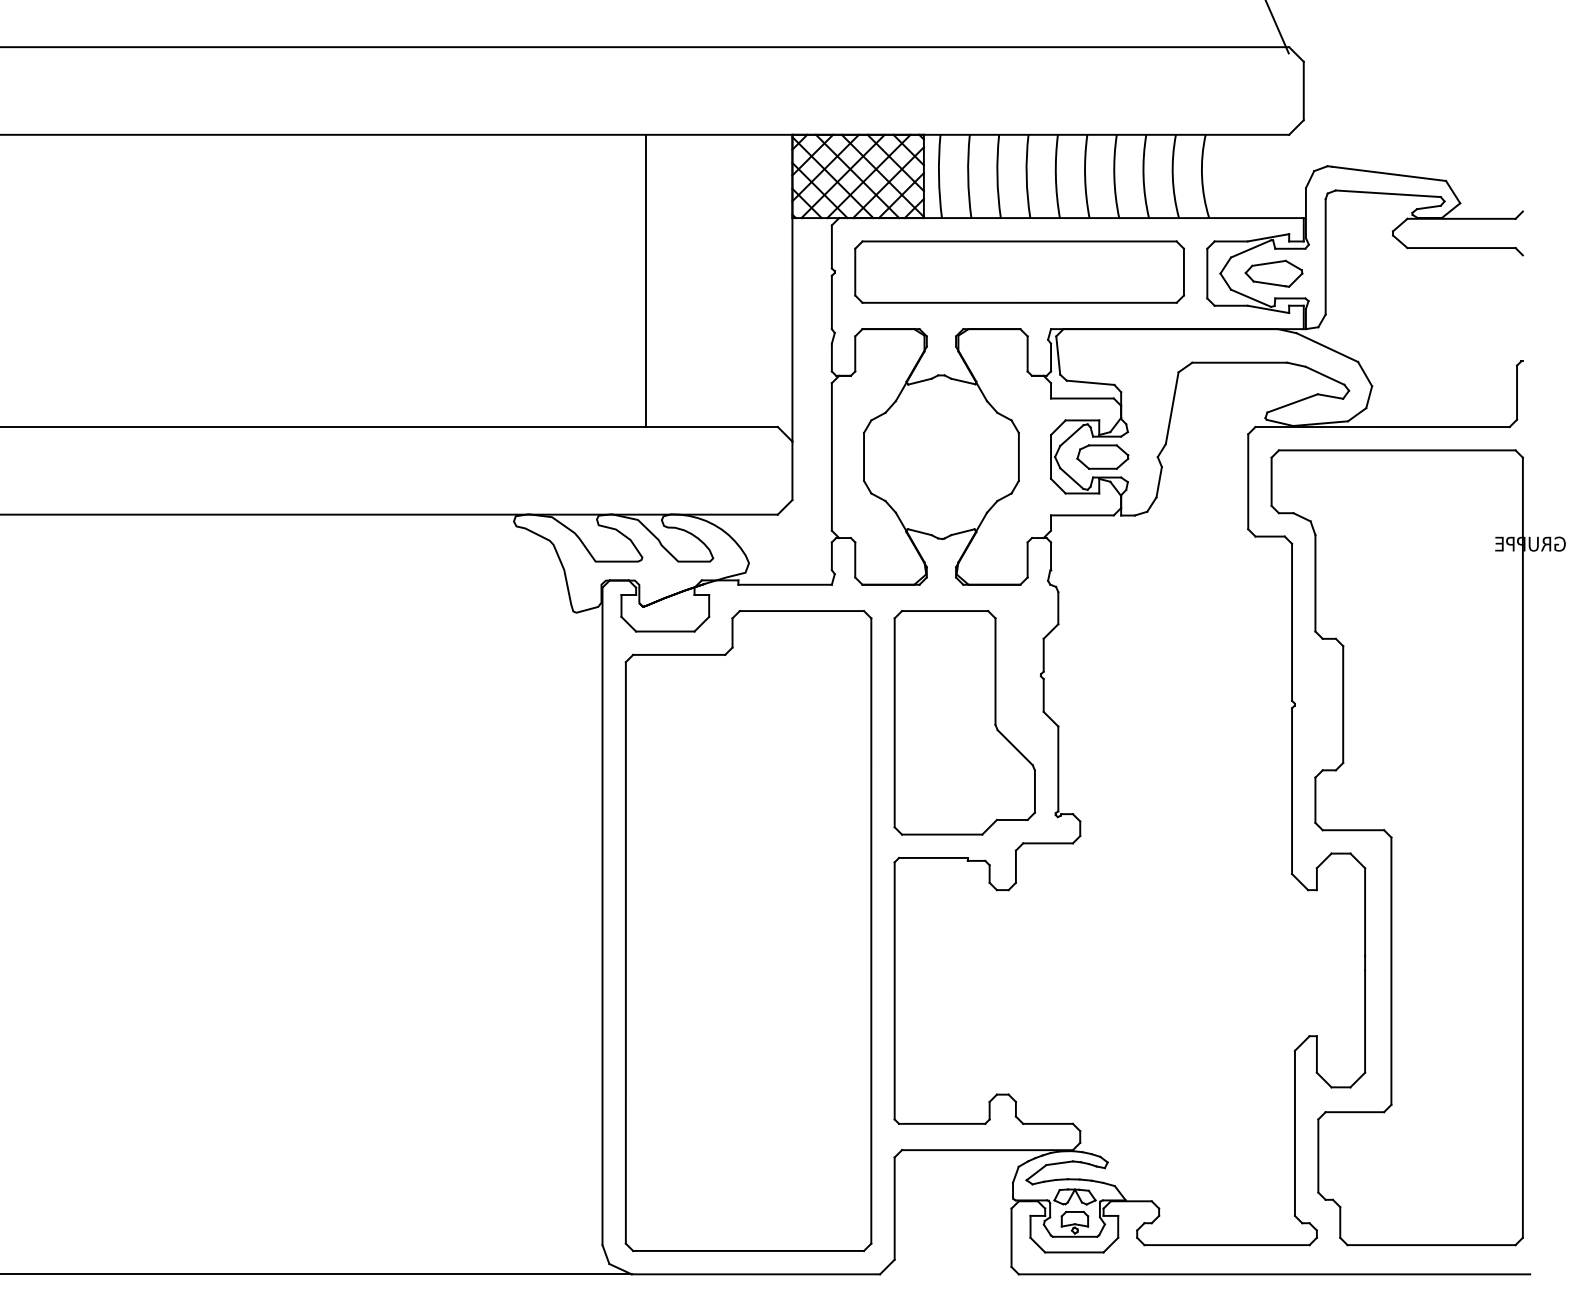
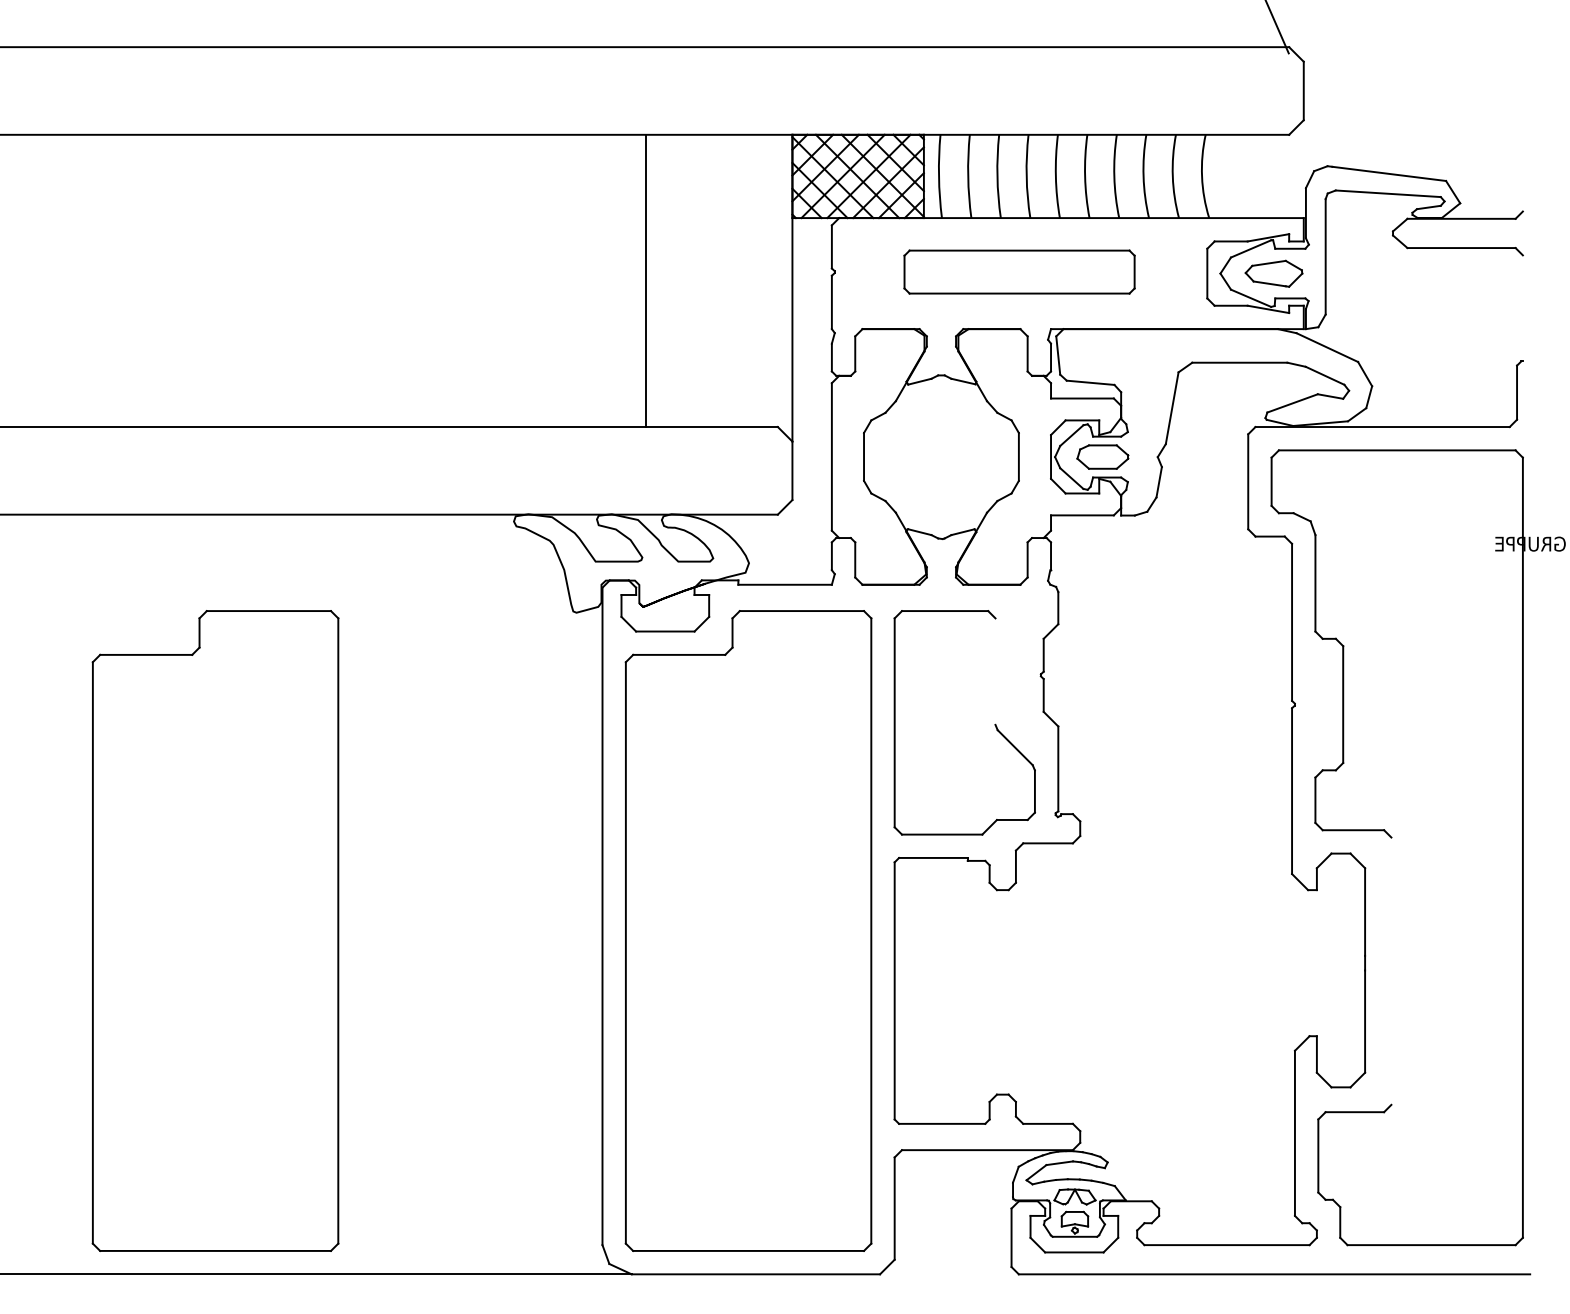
part at (1019, 271) size: 331x64 px -> 233x46 px
line at (995, 671): present -> none
part at (215, 930): none -> present
line at (1391, 970): present -> none
